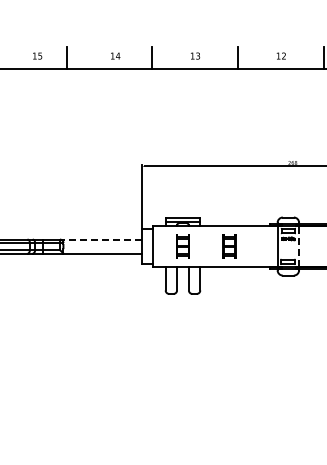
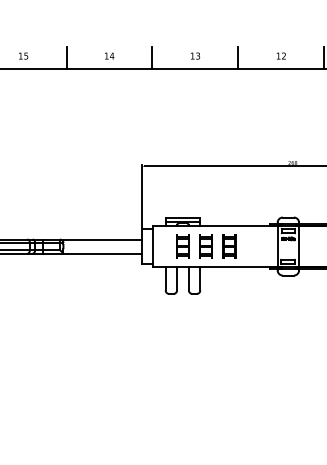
text at (37, 55) position: (37, 55) -> (23, 55)
text at (115, 55) position: (115, 55) -> (109, 55)
line at (100, 239): dashed -> solid
part at (205, 246): none -> present
line at (299, 246): dashed -> solid
